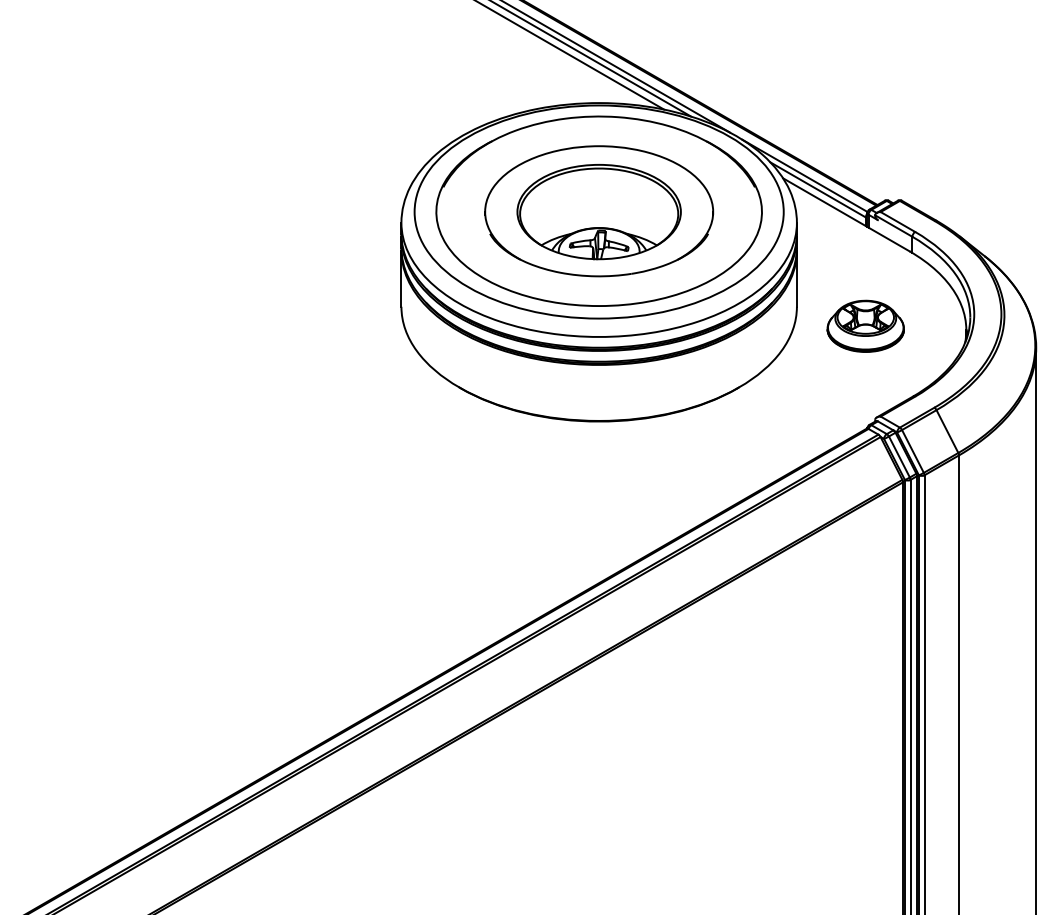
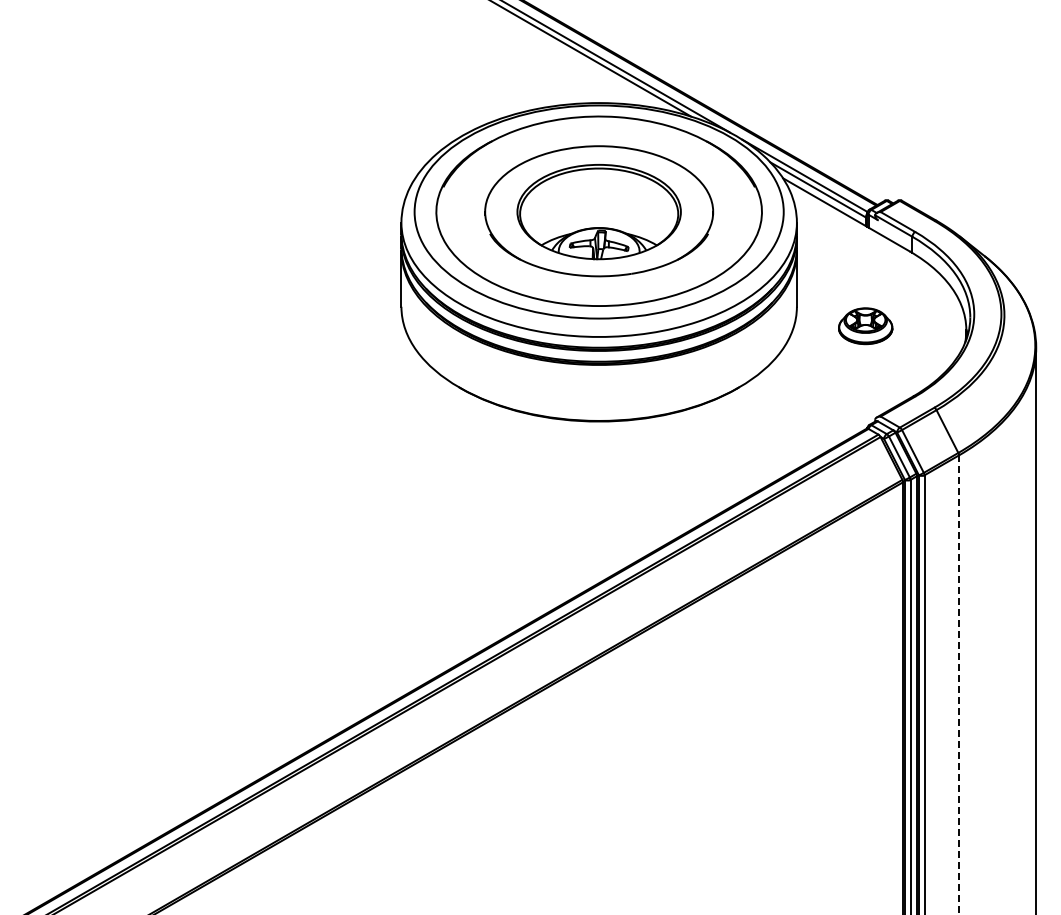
line at (570, 55): present -> none
part at (865, 325) size: 79x54 px -> 56x39 px
line at (959, 685): solid -> dashed
